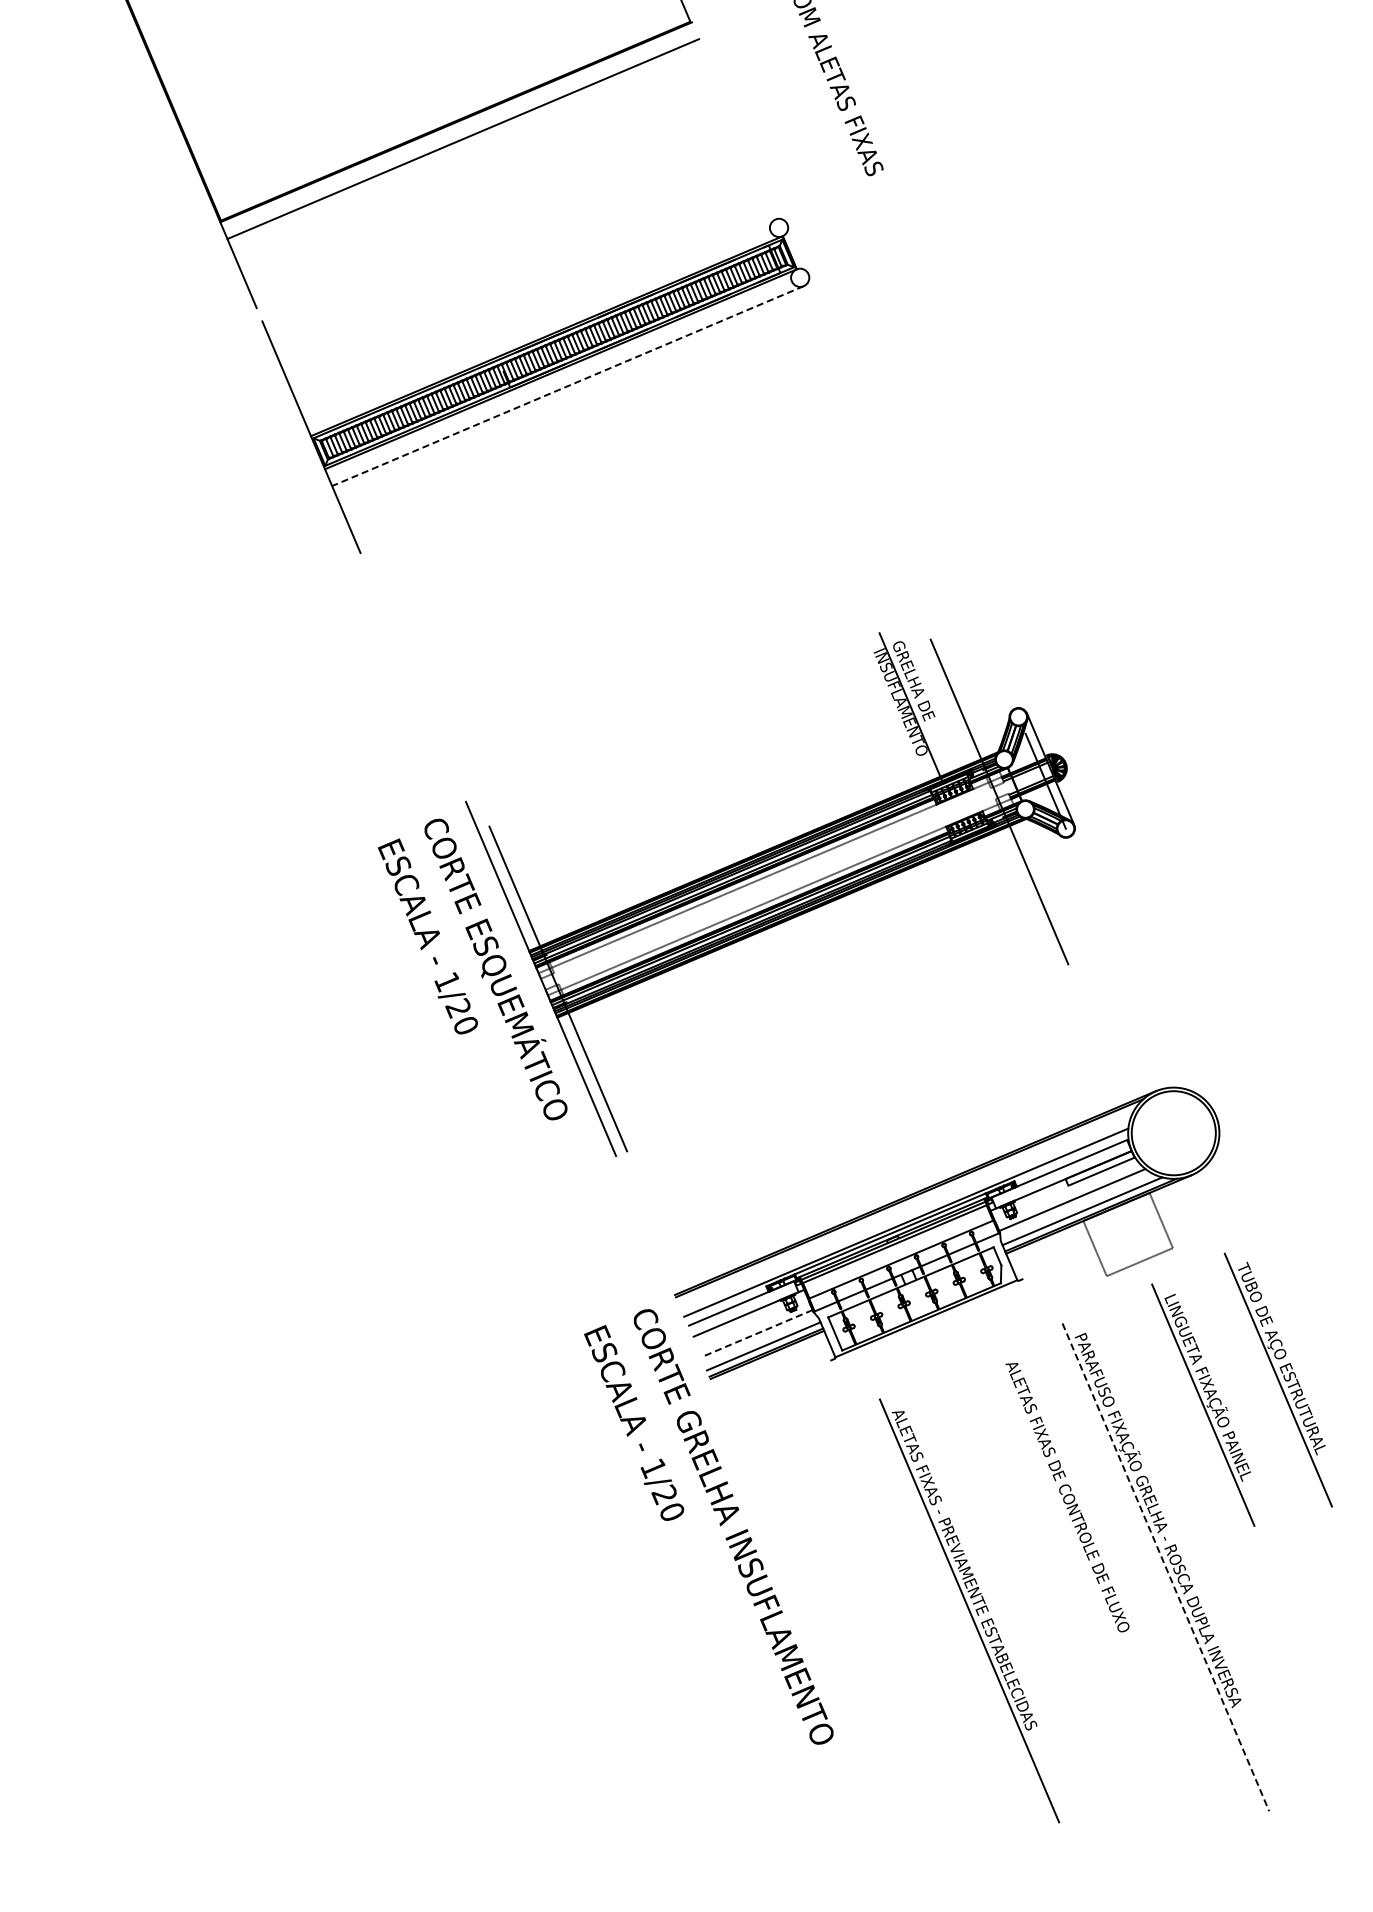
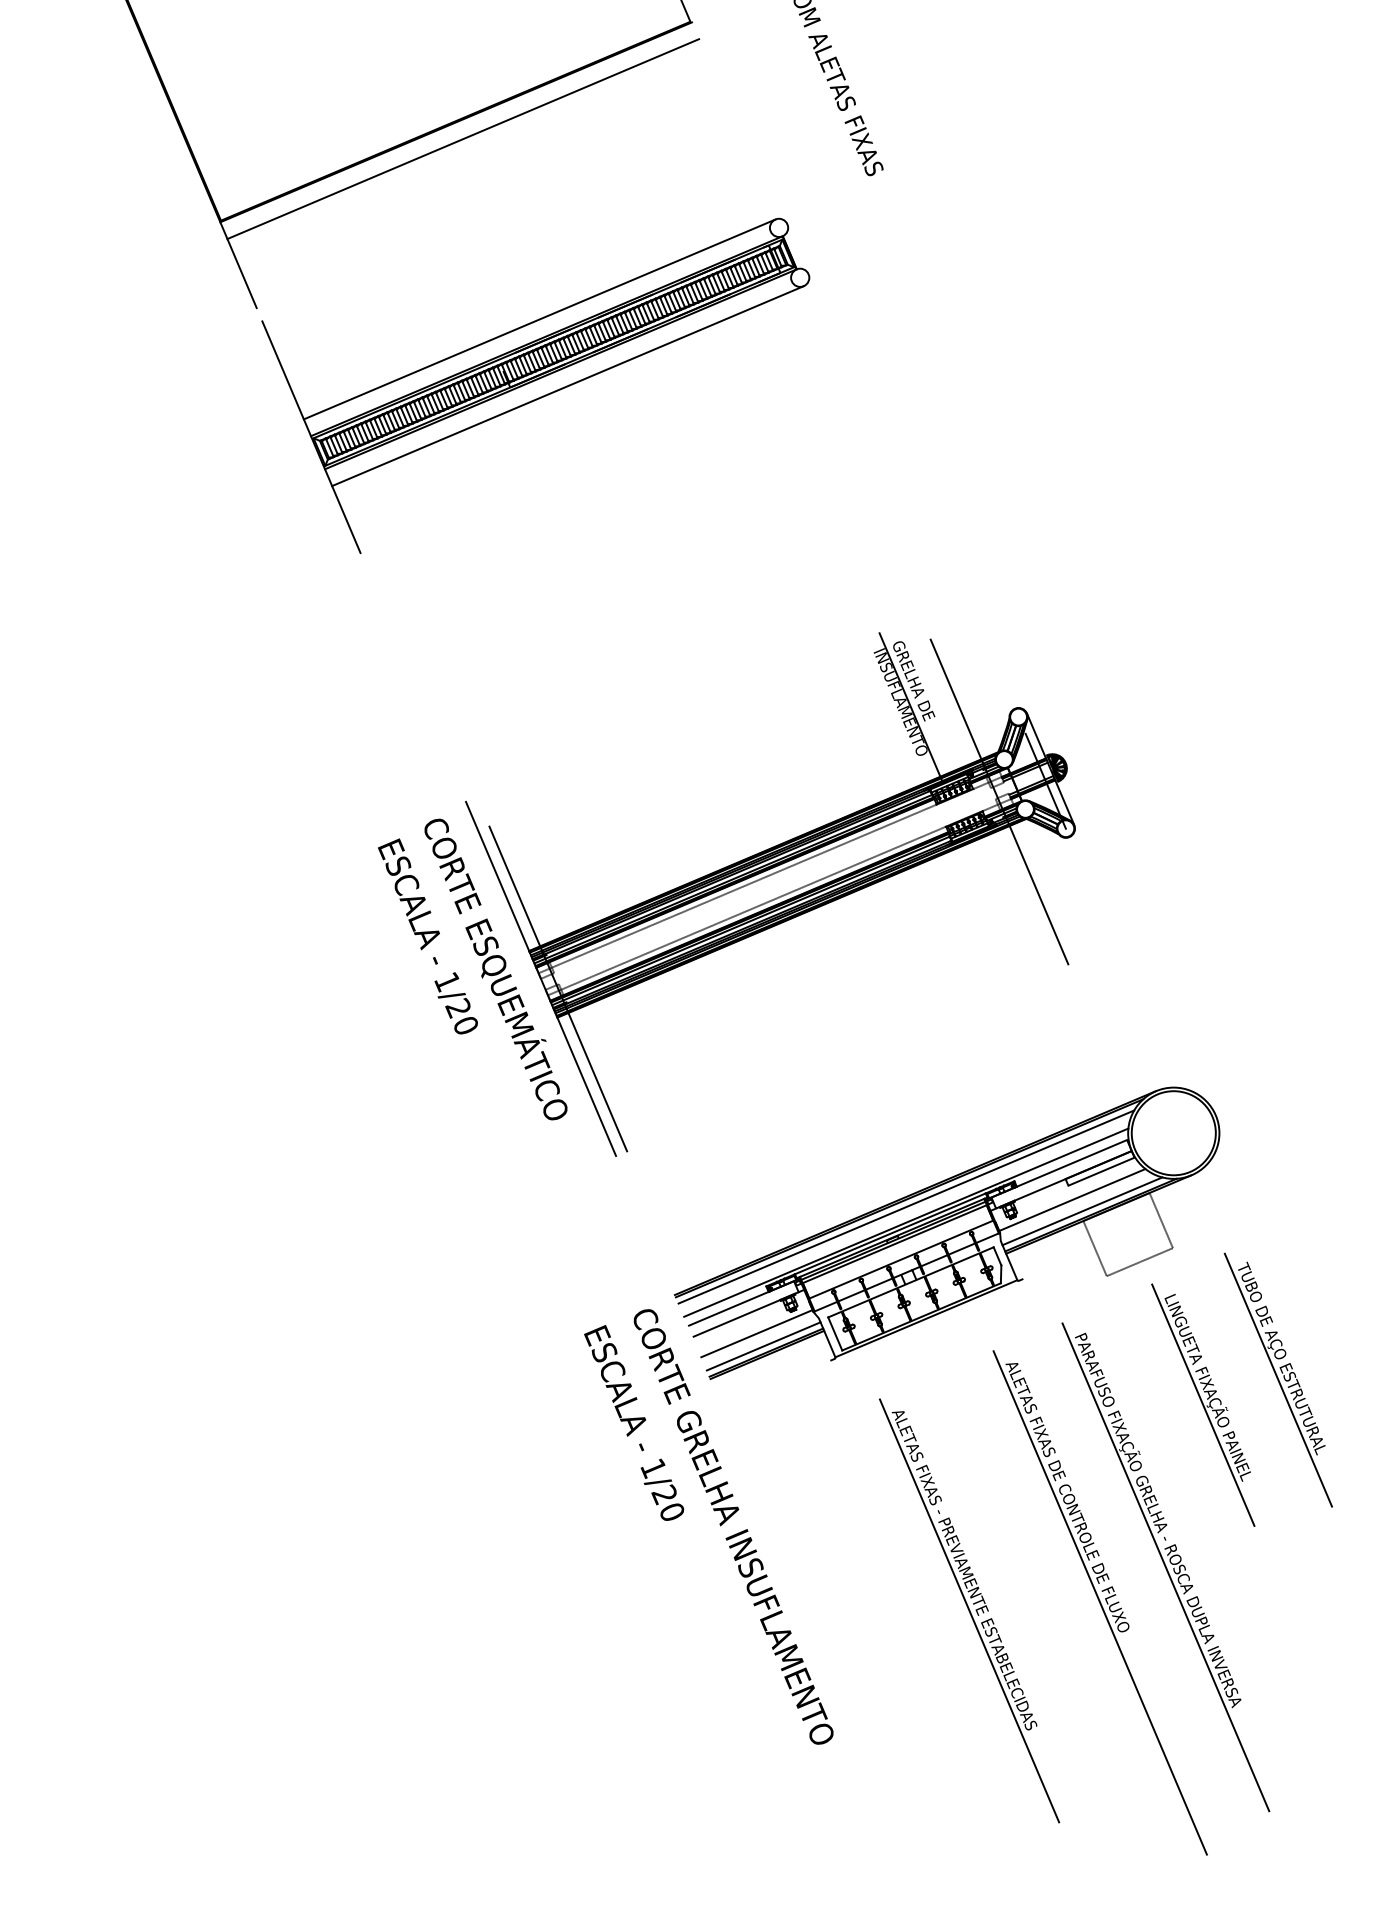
line at (539, 319): none -> present
line at (567, 386): dashed -> solid
line at (906, 1206): none -> present
line at (756, 1333): dashed -> solid
line at (1165, 1567): dashed -> solid
line at (1099, 1602): none -> present
